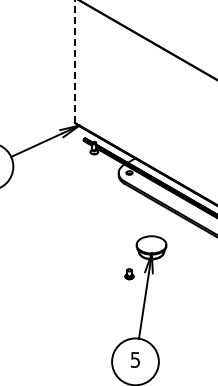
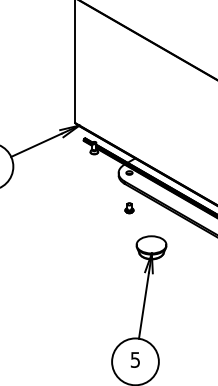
line at (75, 61): dashed -> solid
part at (129, 274) position: (129, 274) -> (129, 208)
